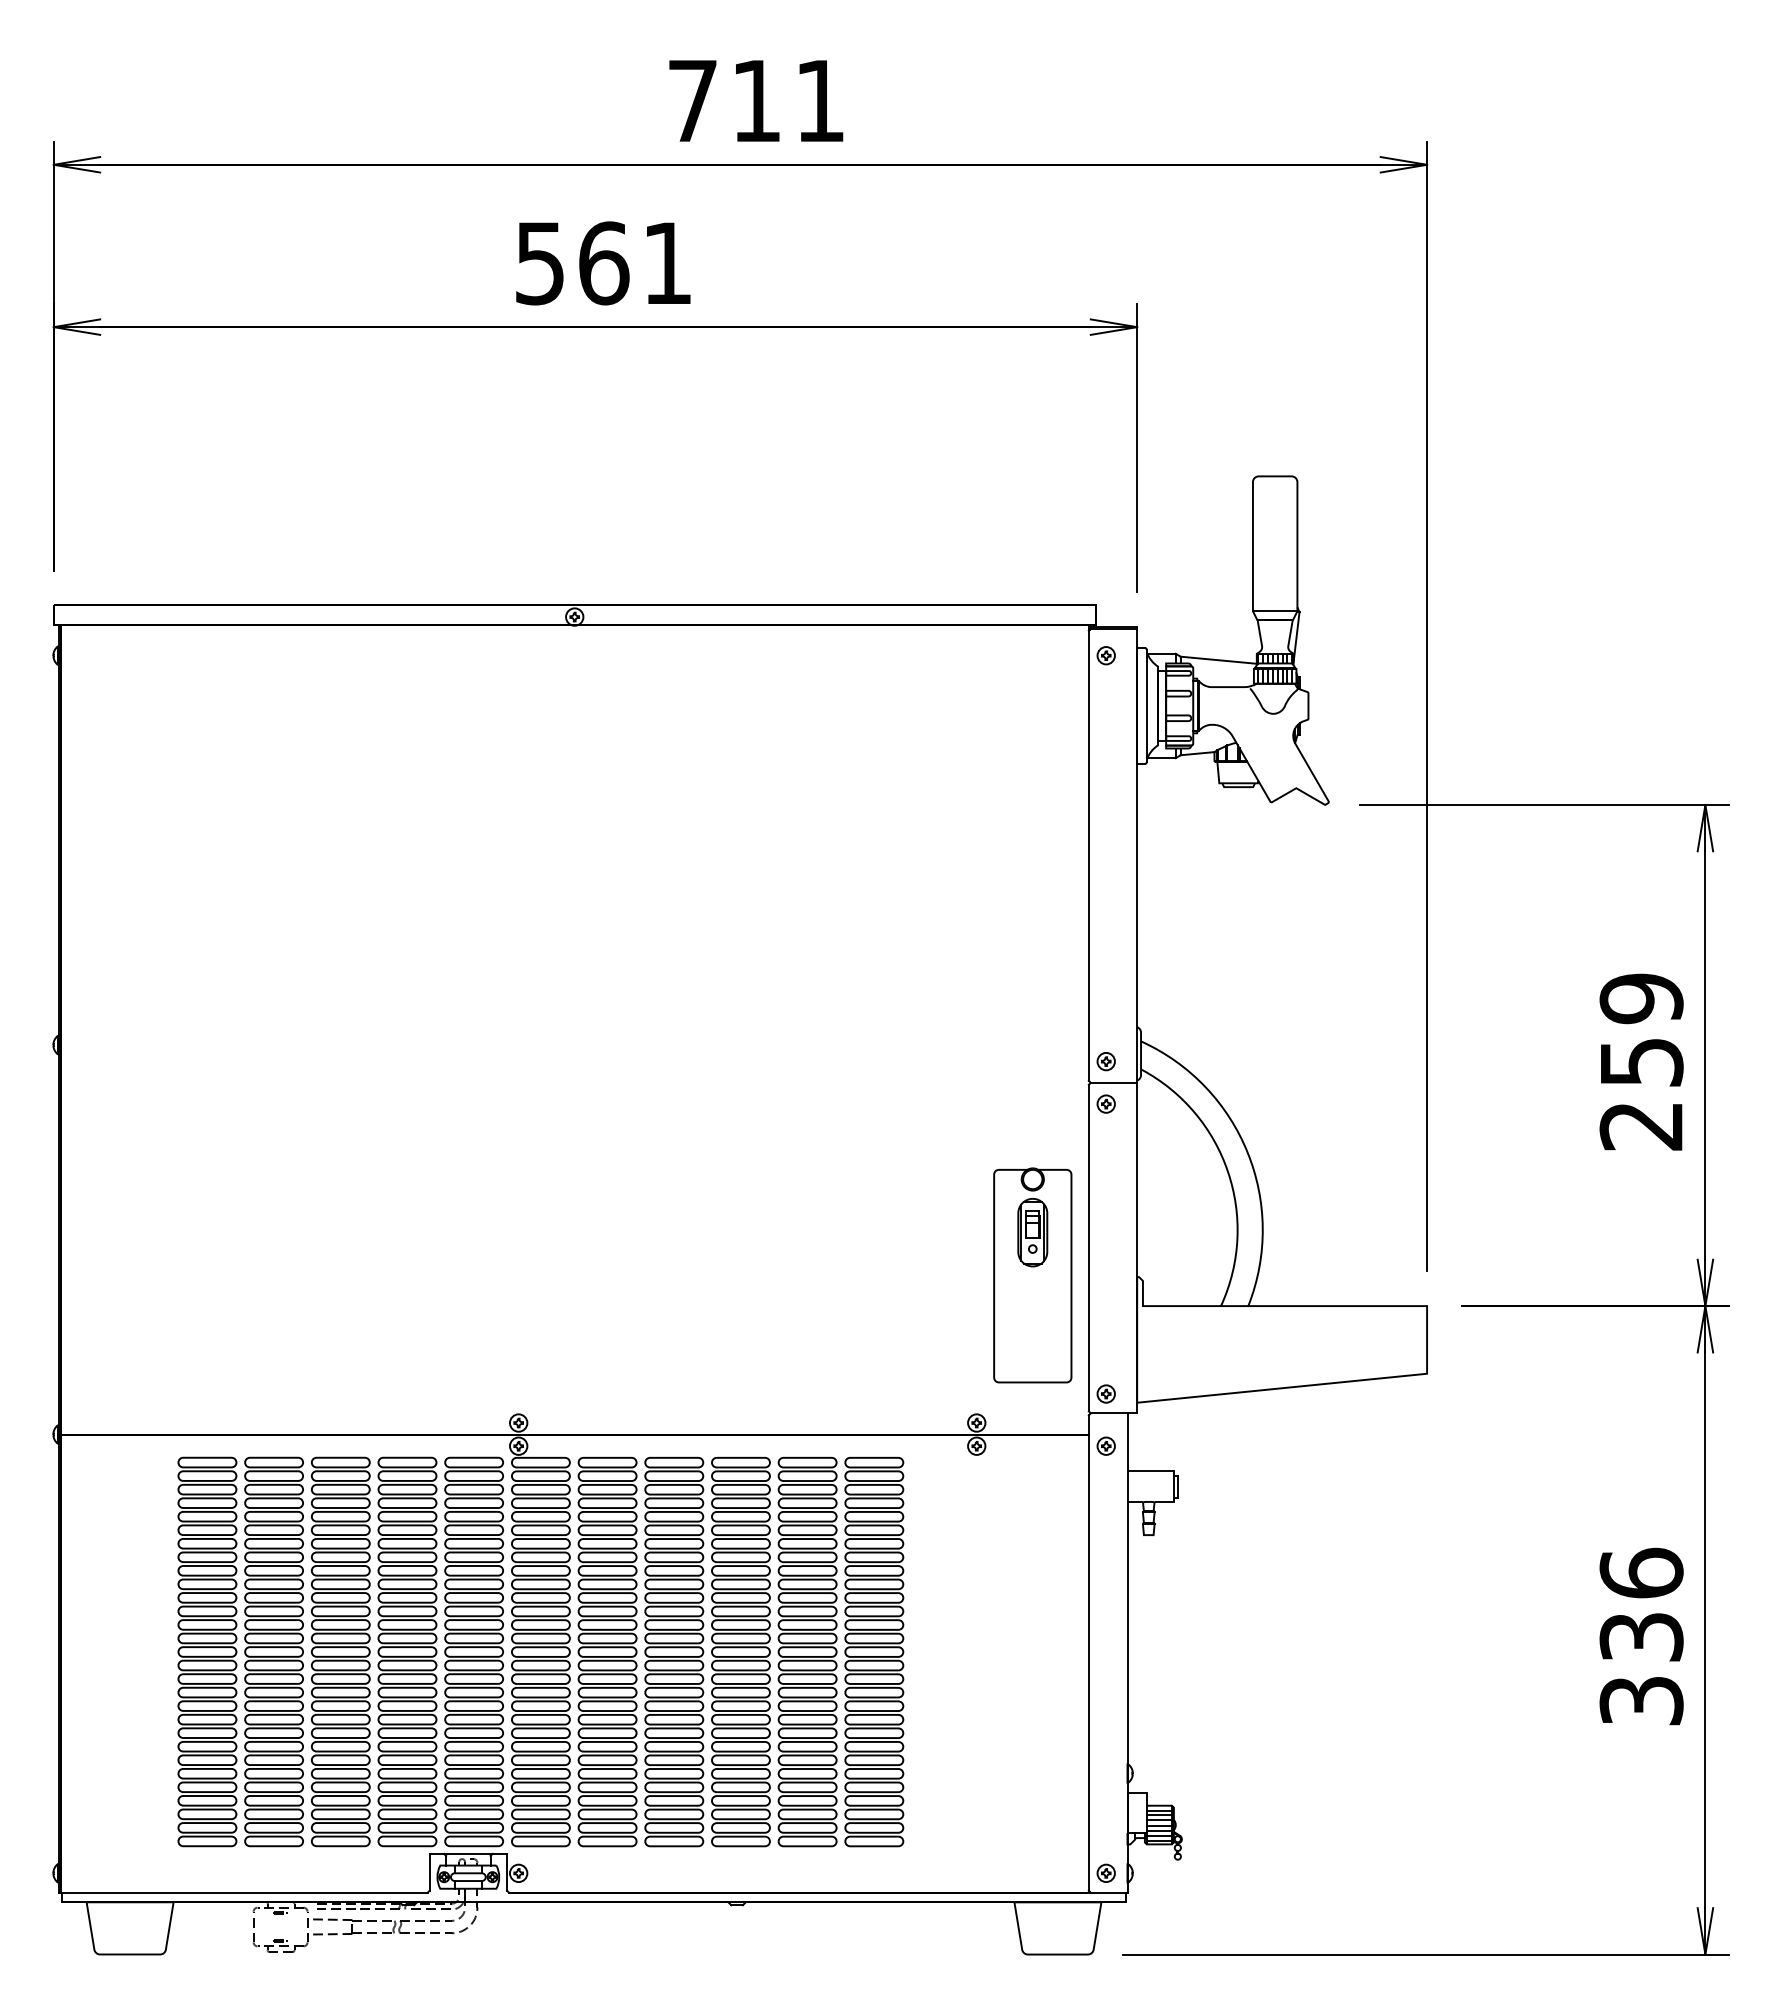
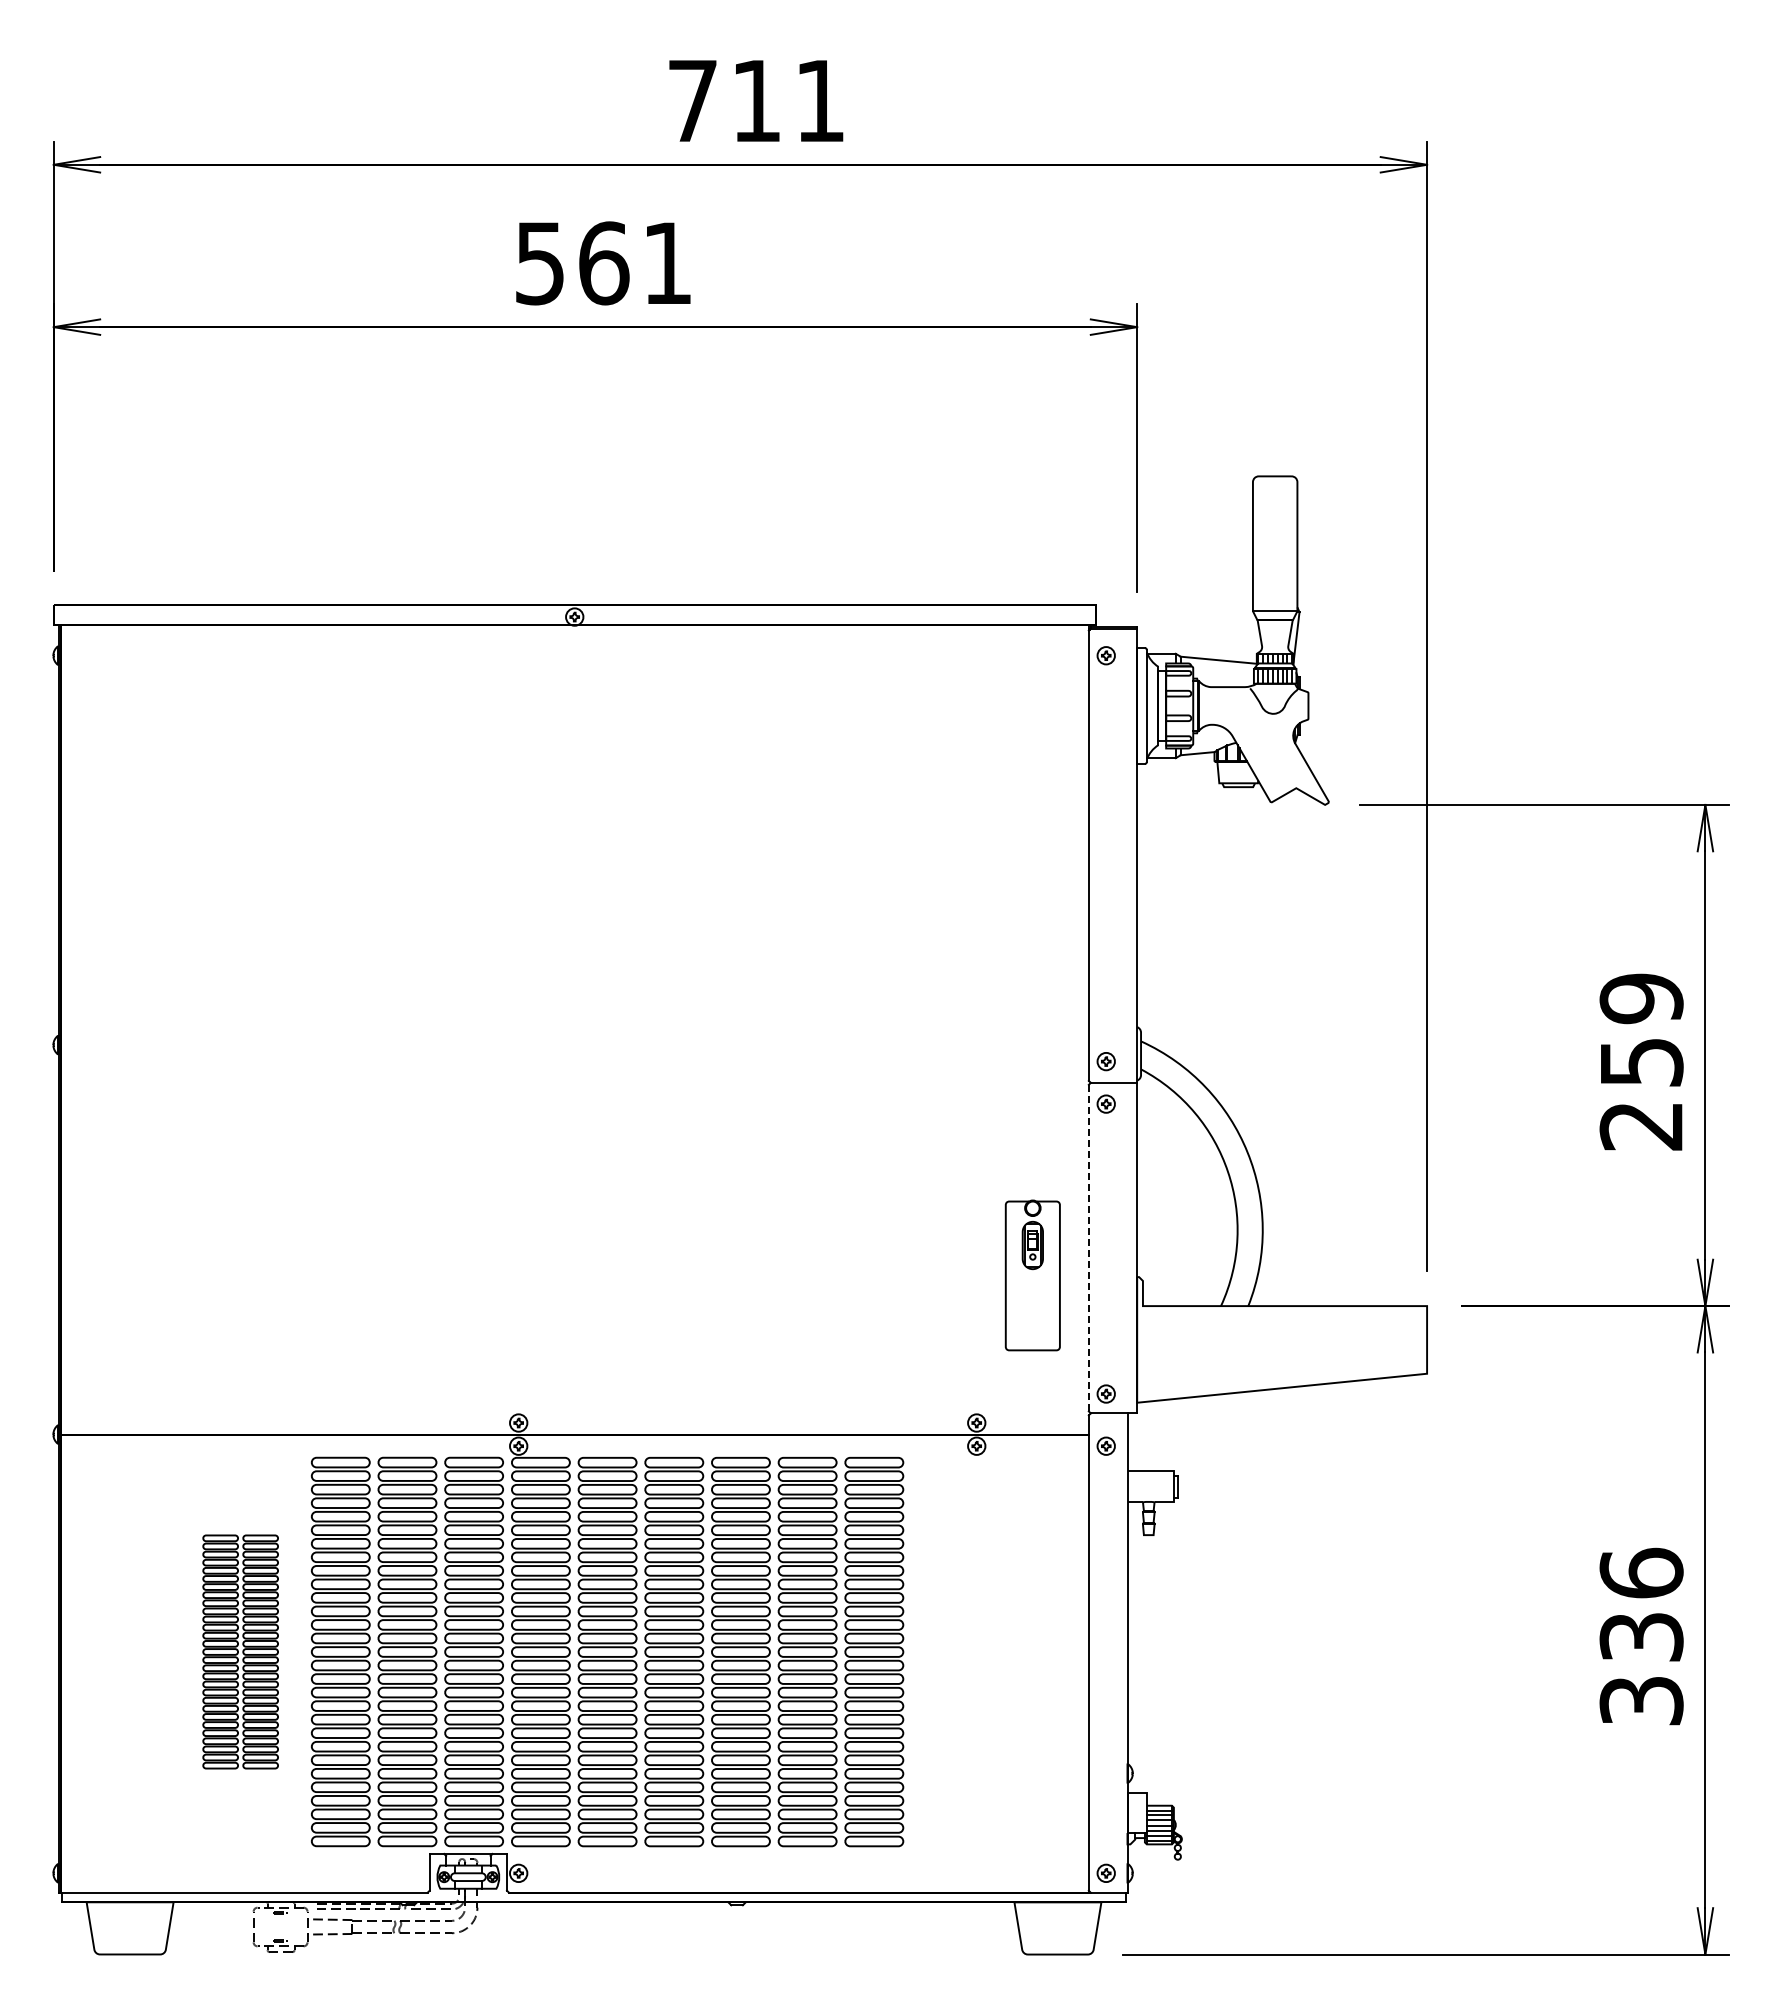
line at (1088, 1248): solid -> dashed
part at (1032, 1275) size: 80x217 px -> 57x153 px
part at (240, 1651) size: 127x392 px -> 77x236 px
